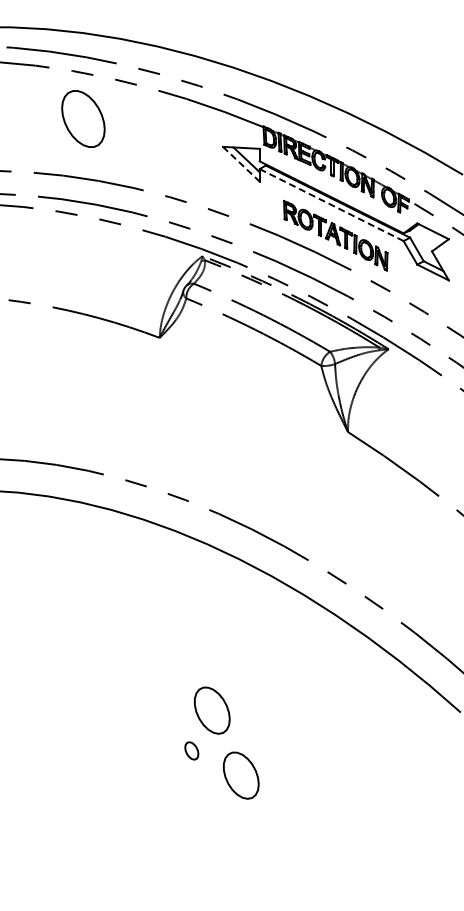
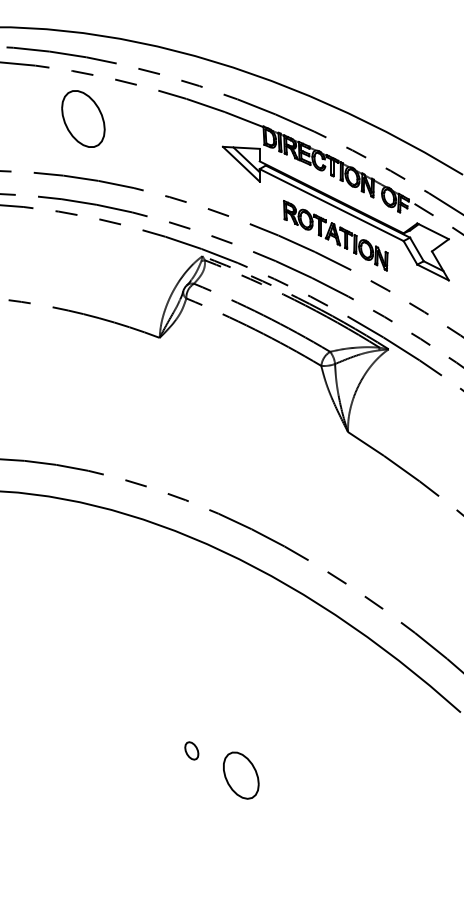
line at (241, 164): dashed -> solid
line at (332, 205): dashed -> solid
part at (212, 710): present -> none
